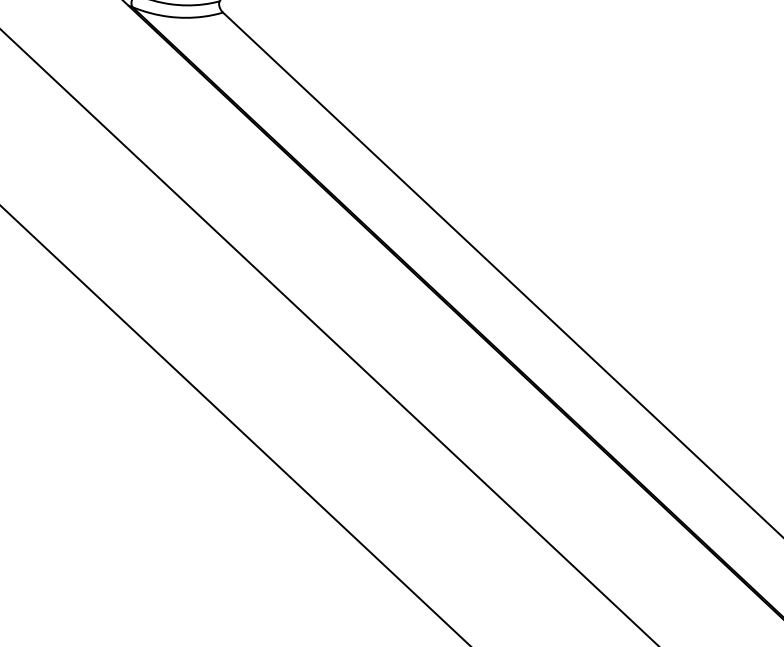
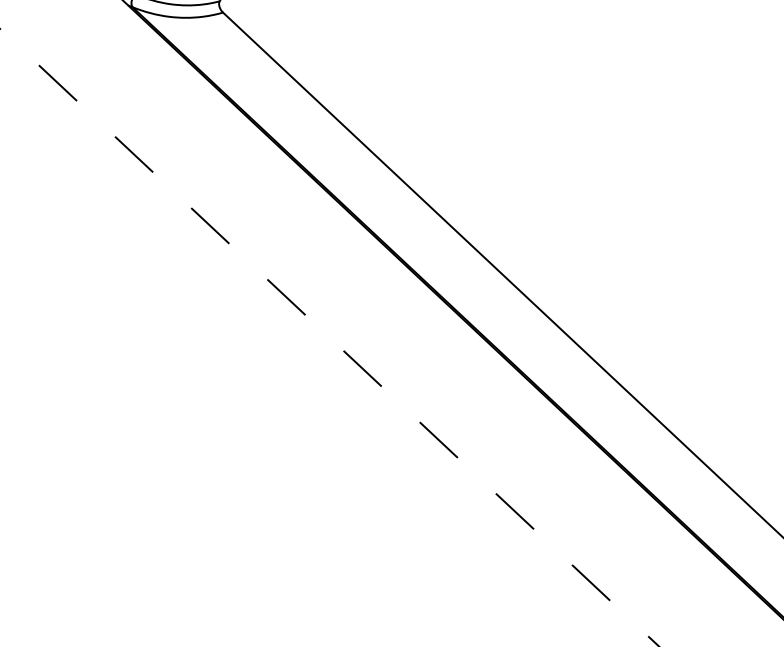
line at (329, 337): solid -> dashed
line at (234, 425): present -> none
